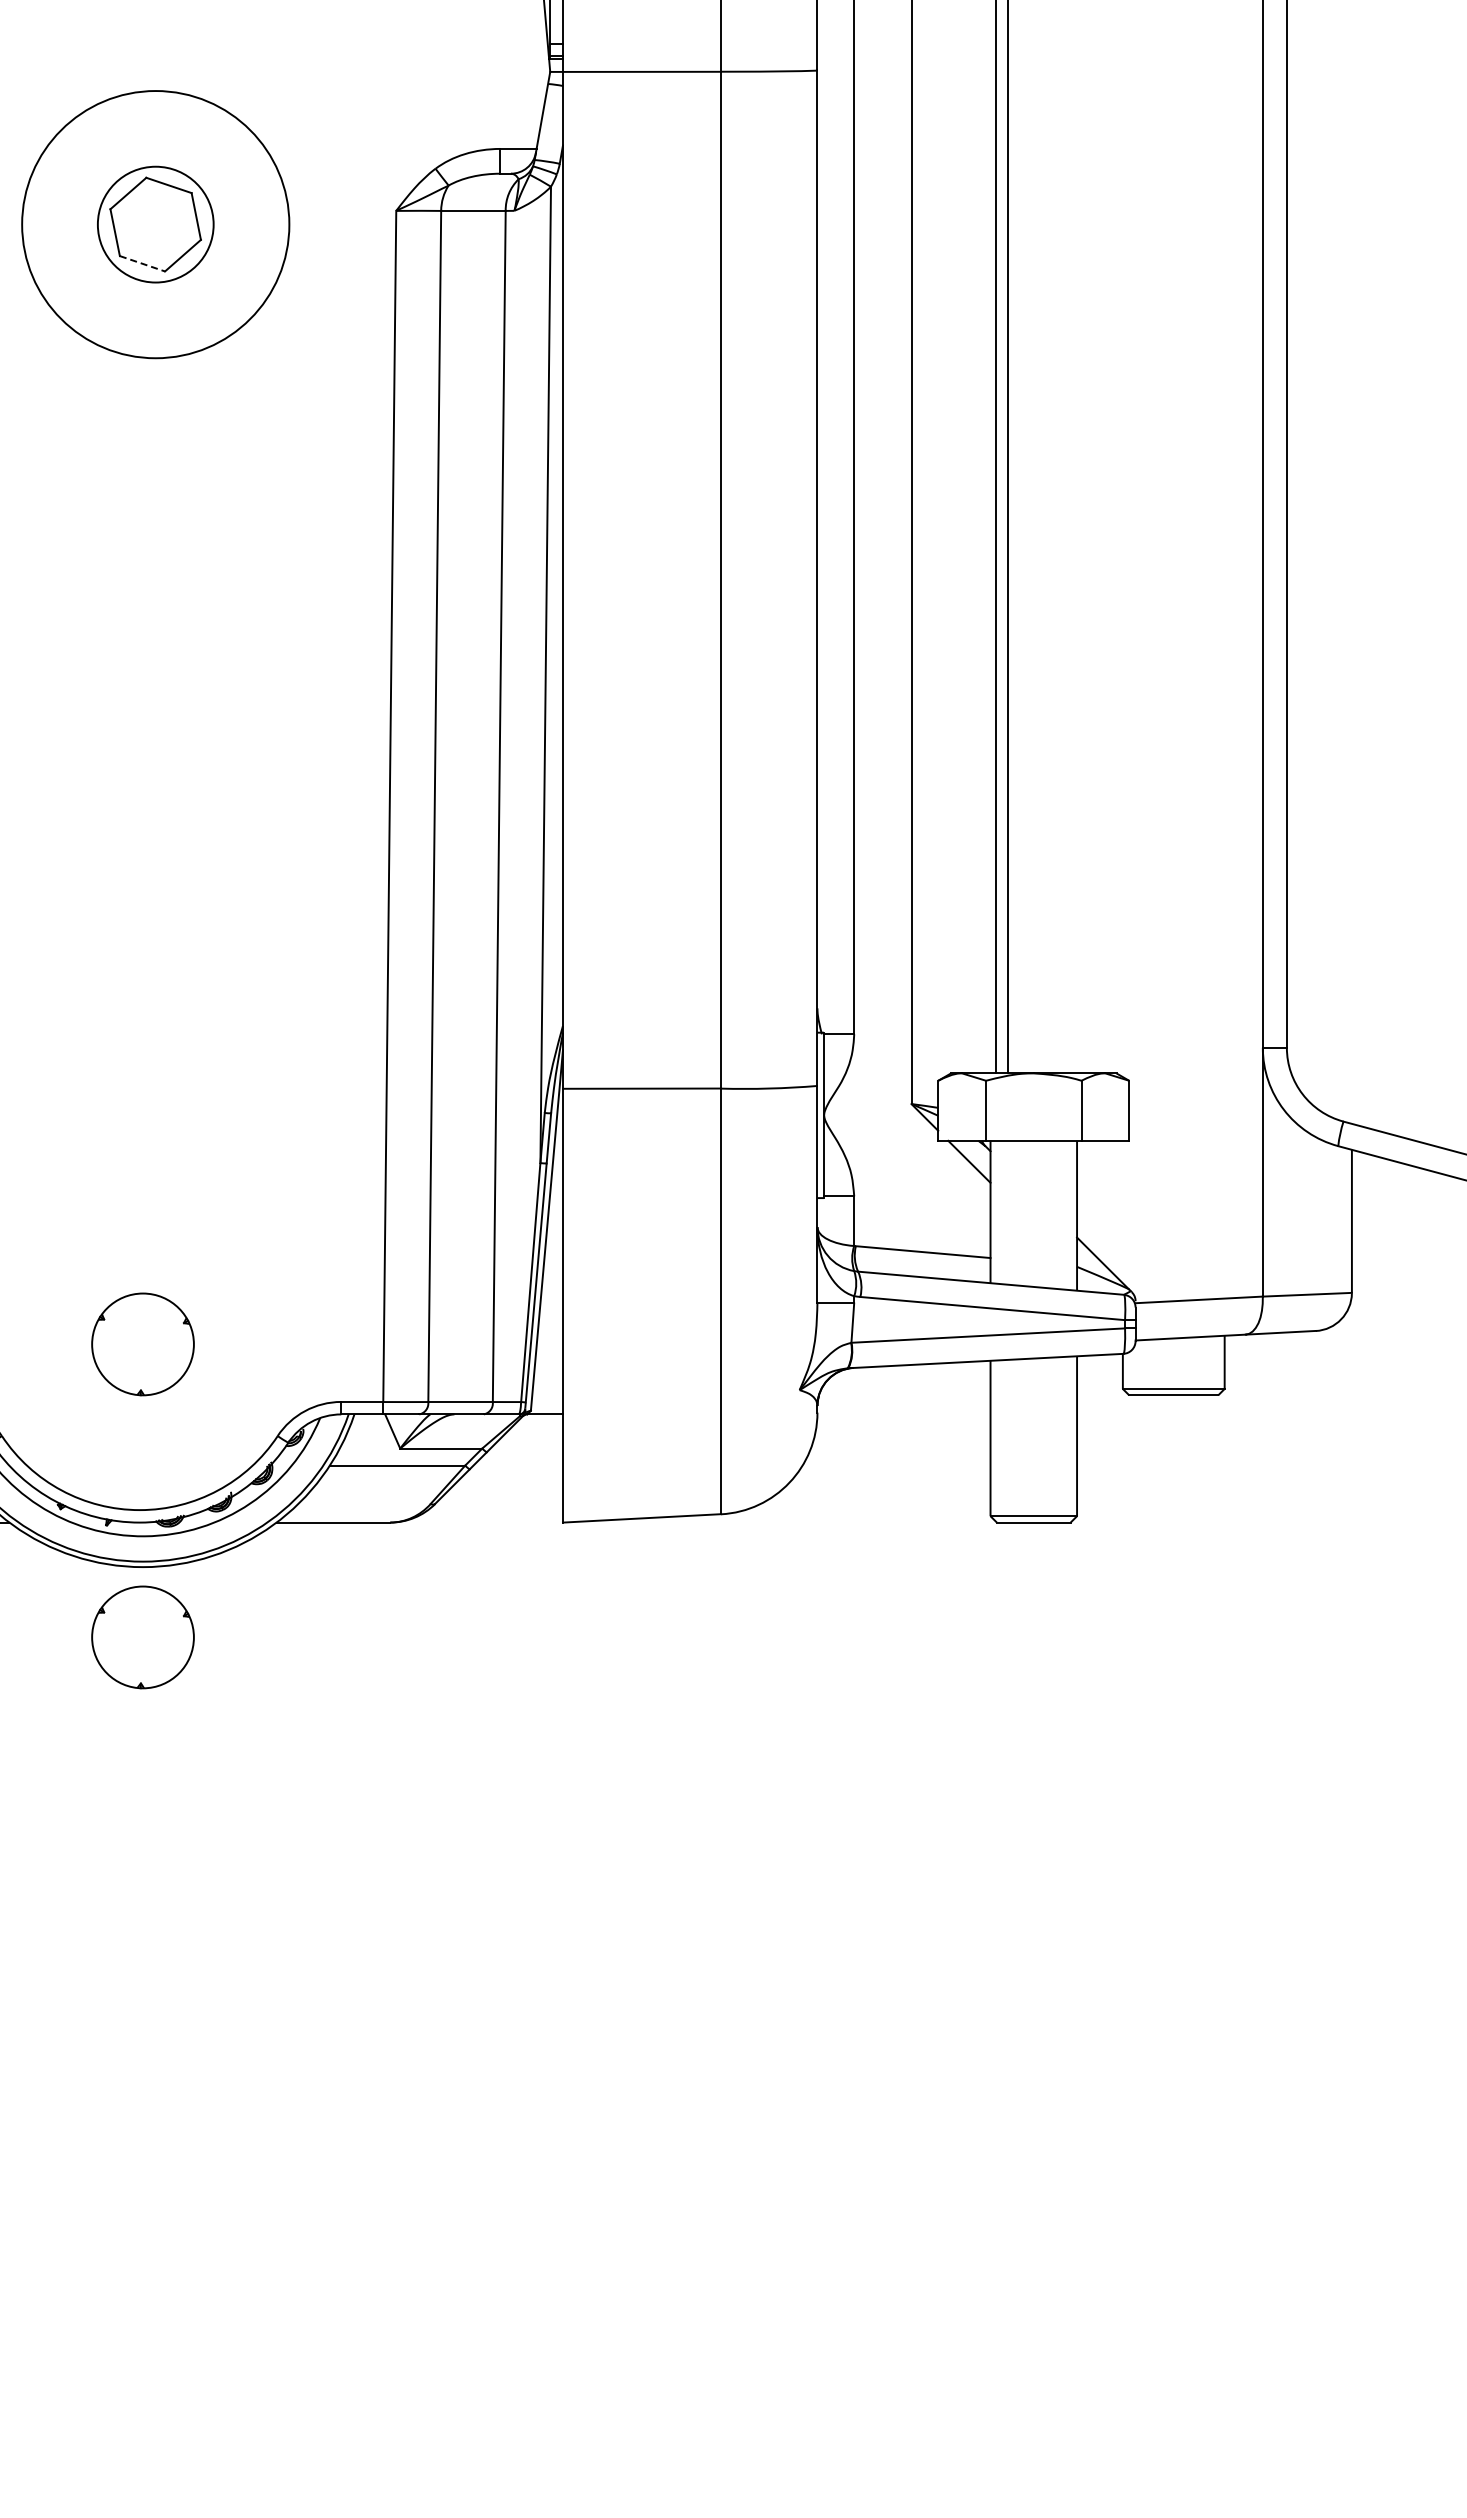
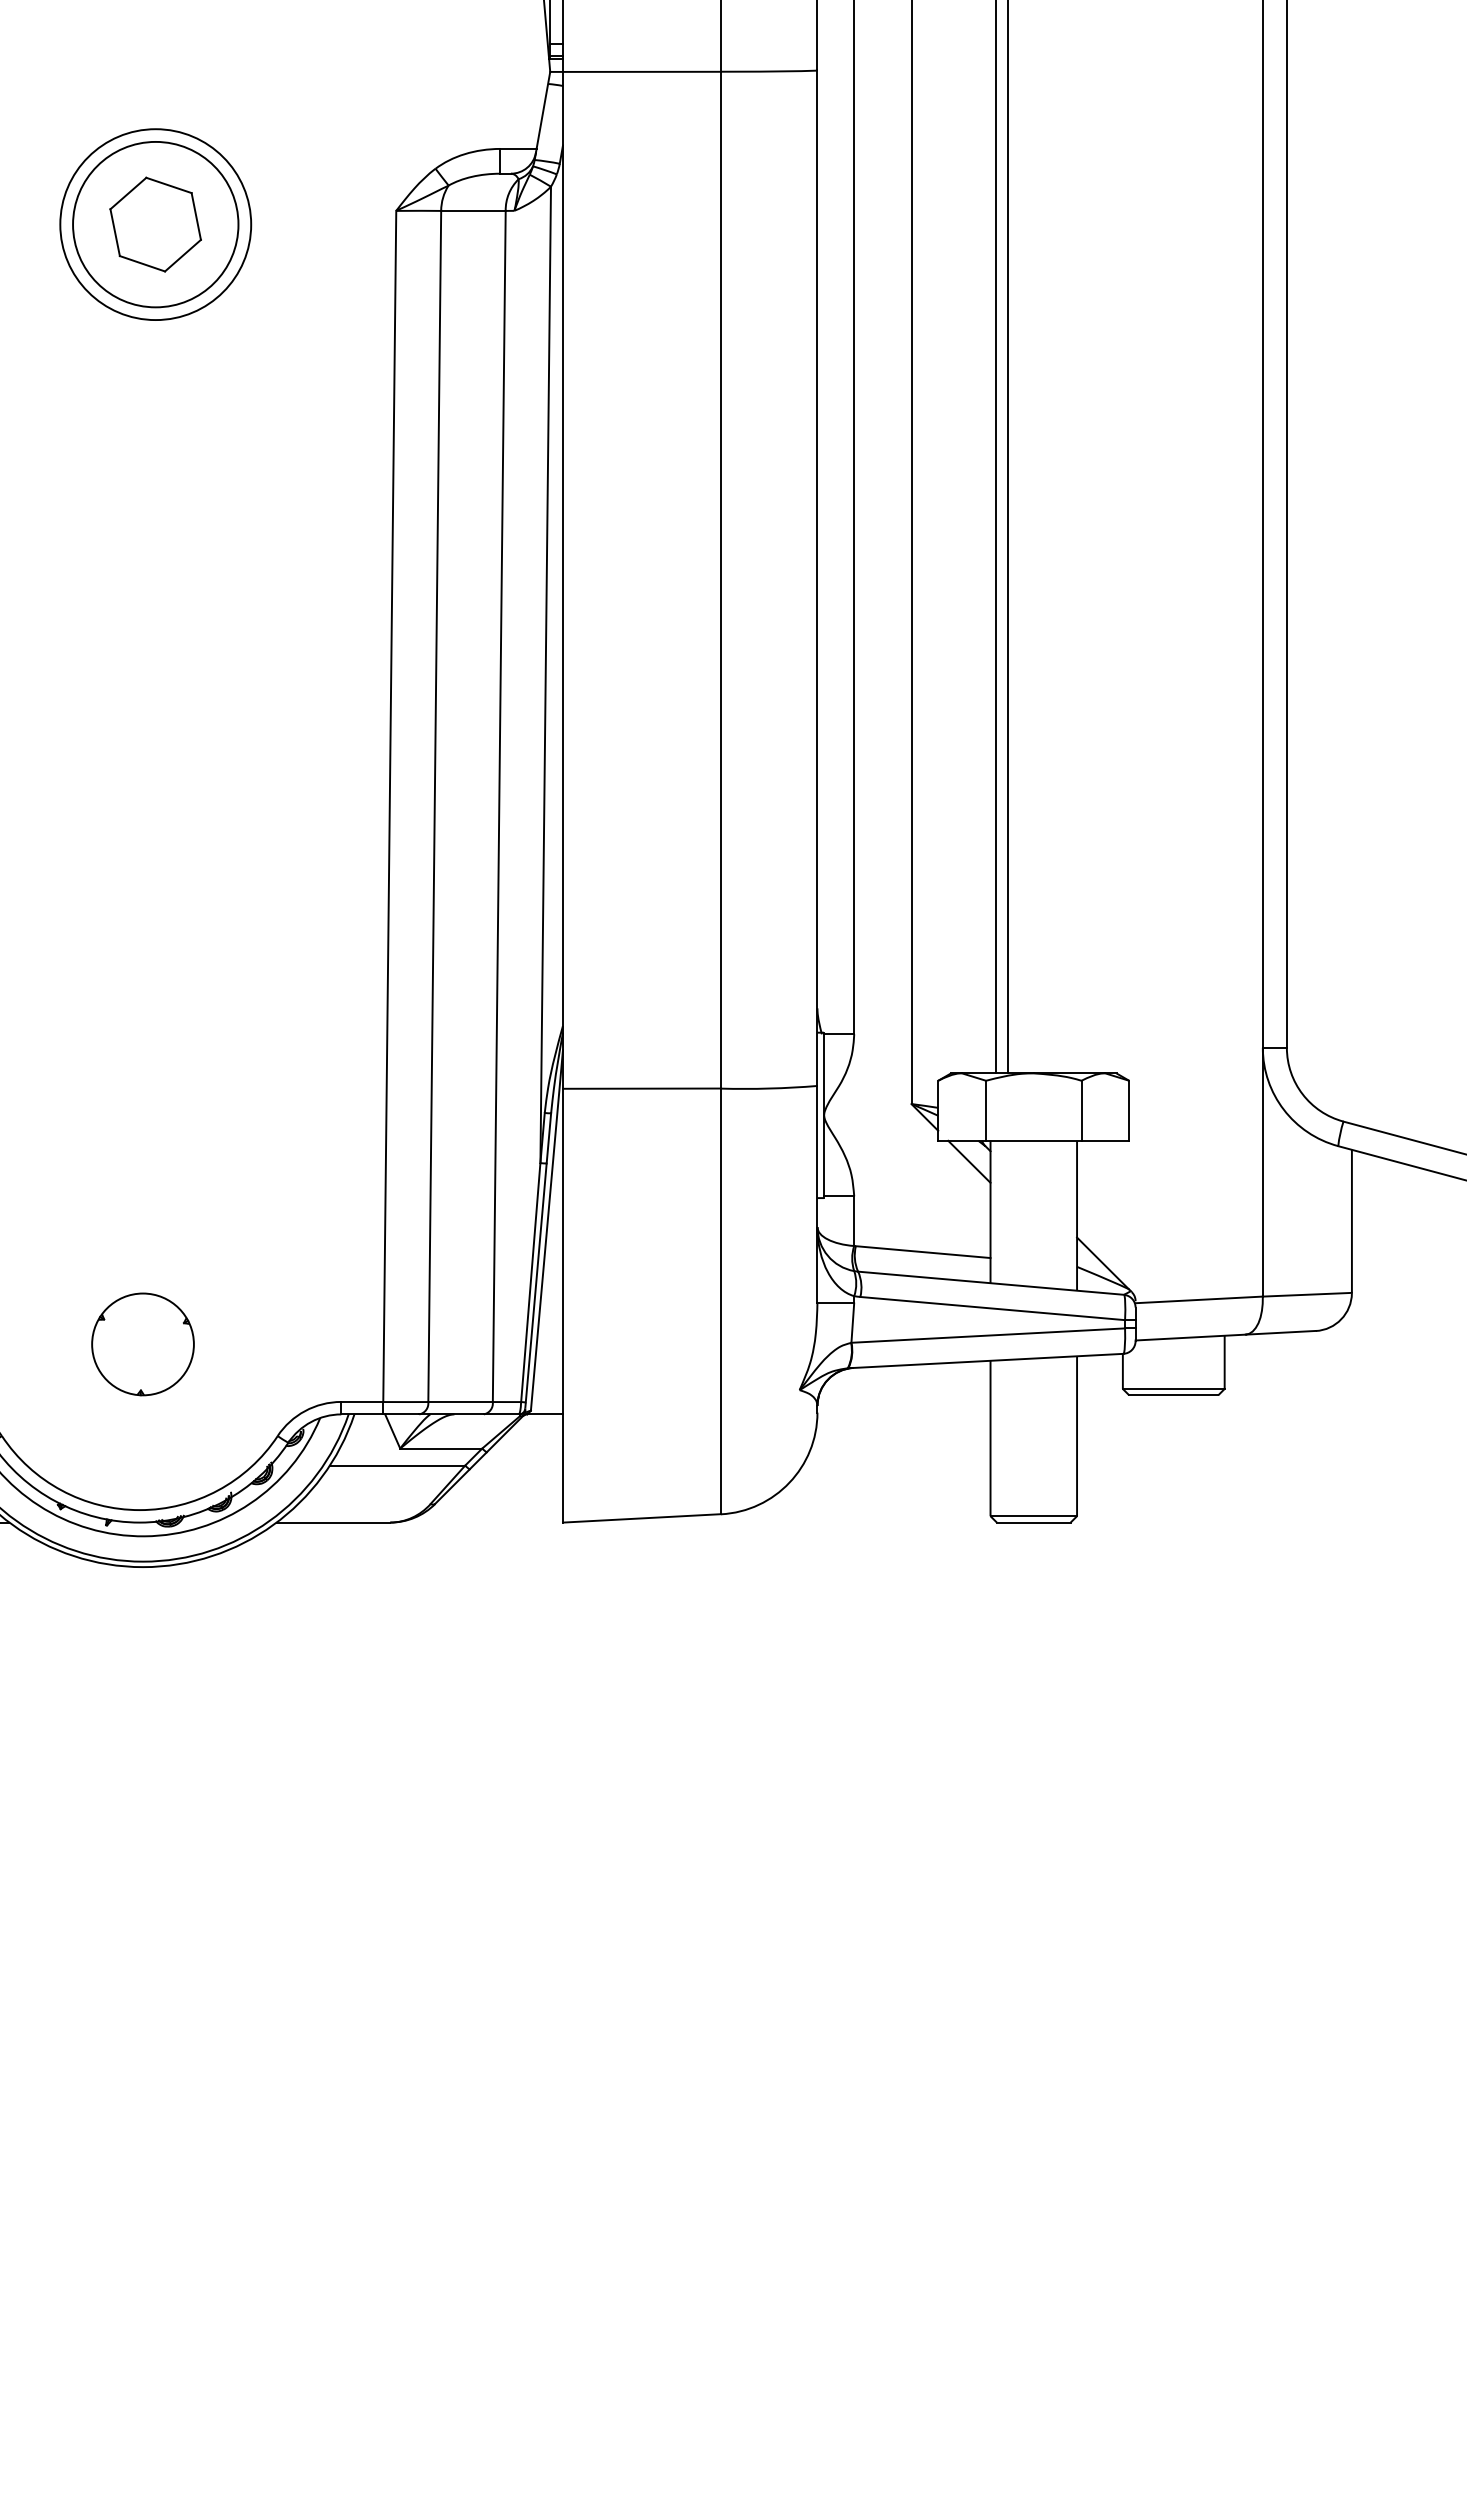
circle at (155, 224) diameter: 116 px -> 165 px
circle at (155, 224) diameter: 267 px -> 191 px
line at (142, 263): dashed -> solid
part at (142, 1637): present -> none
